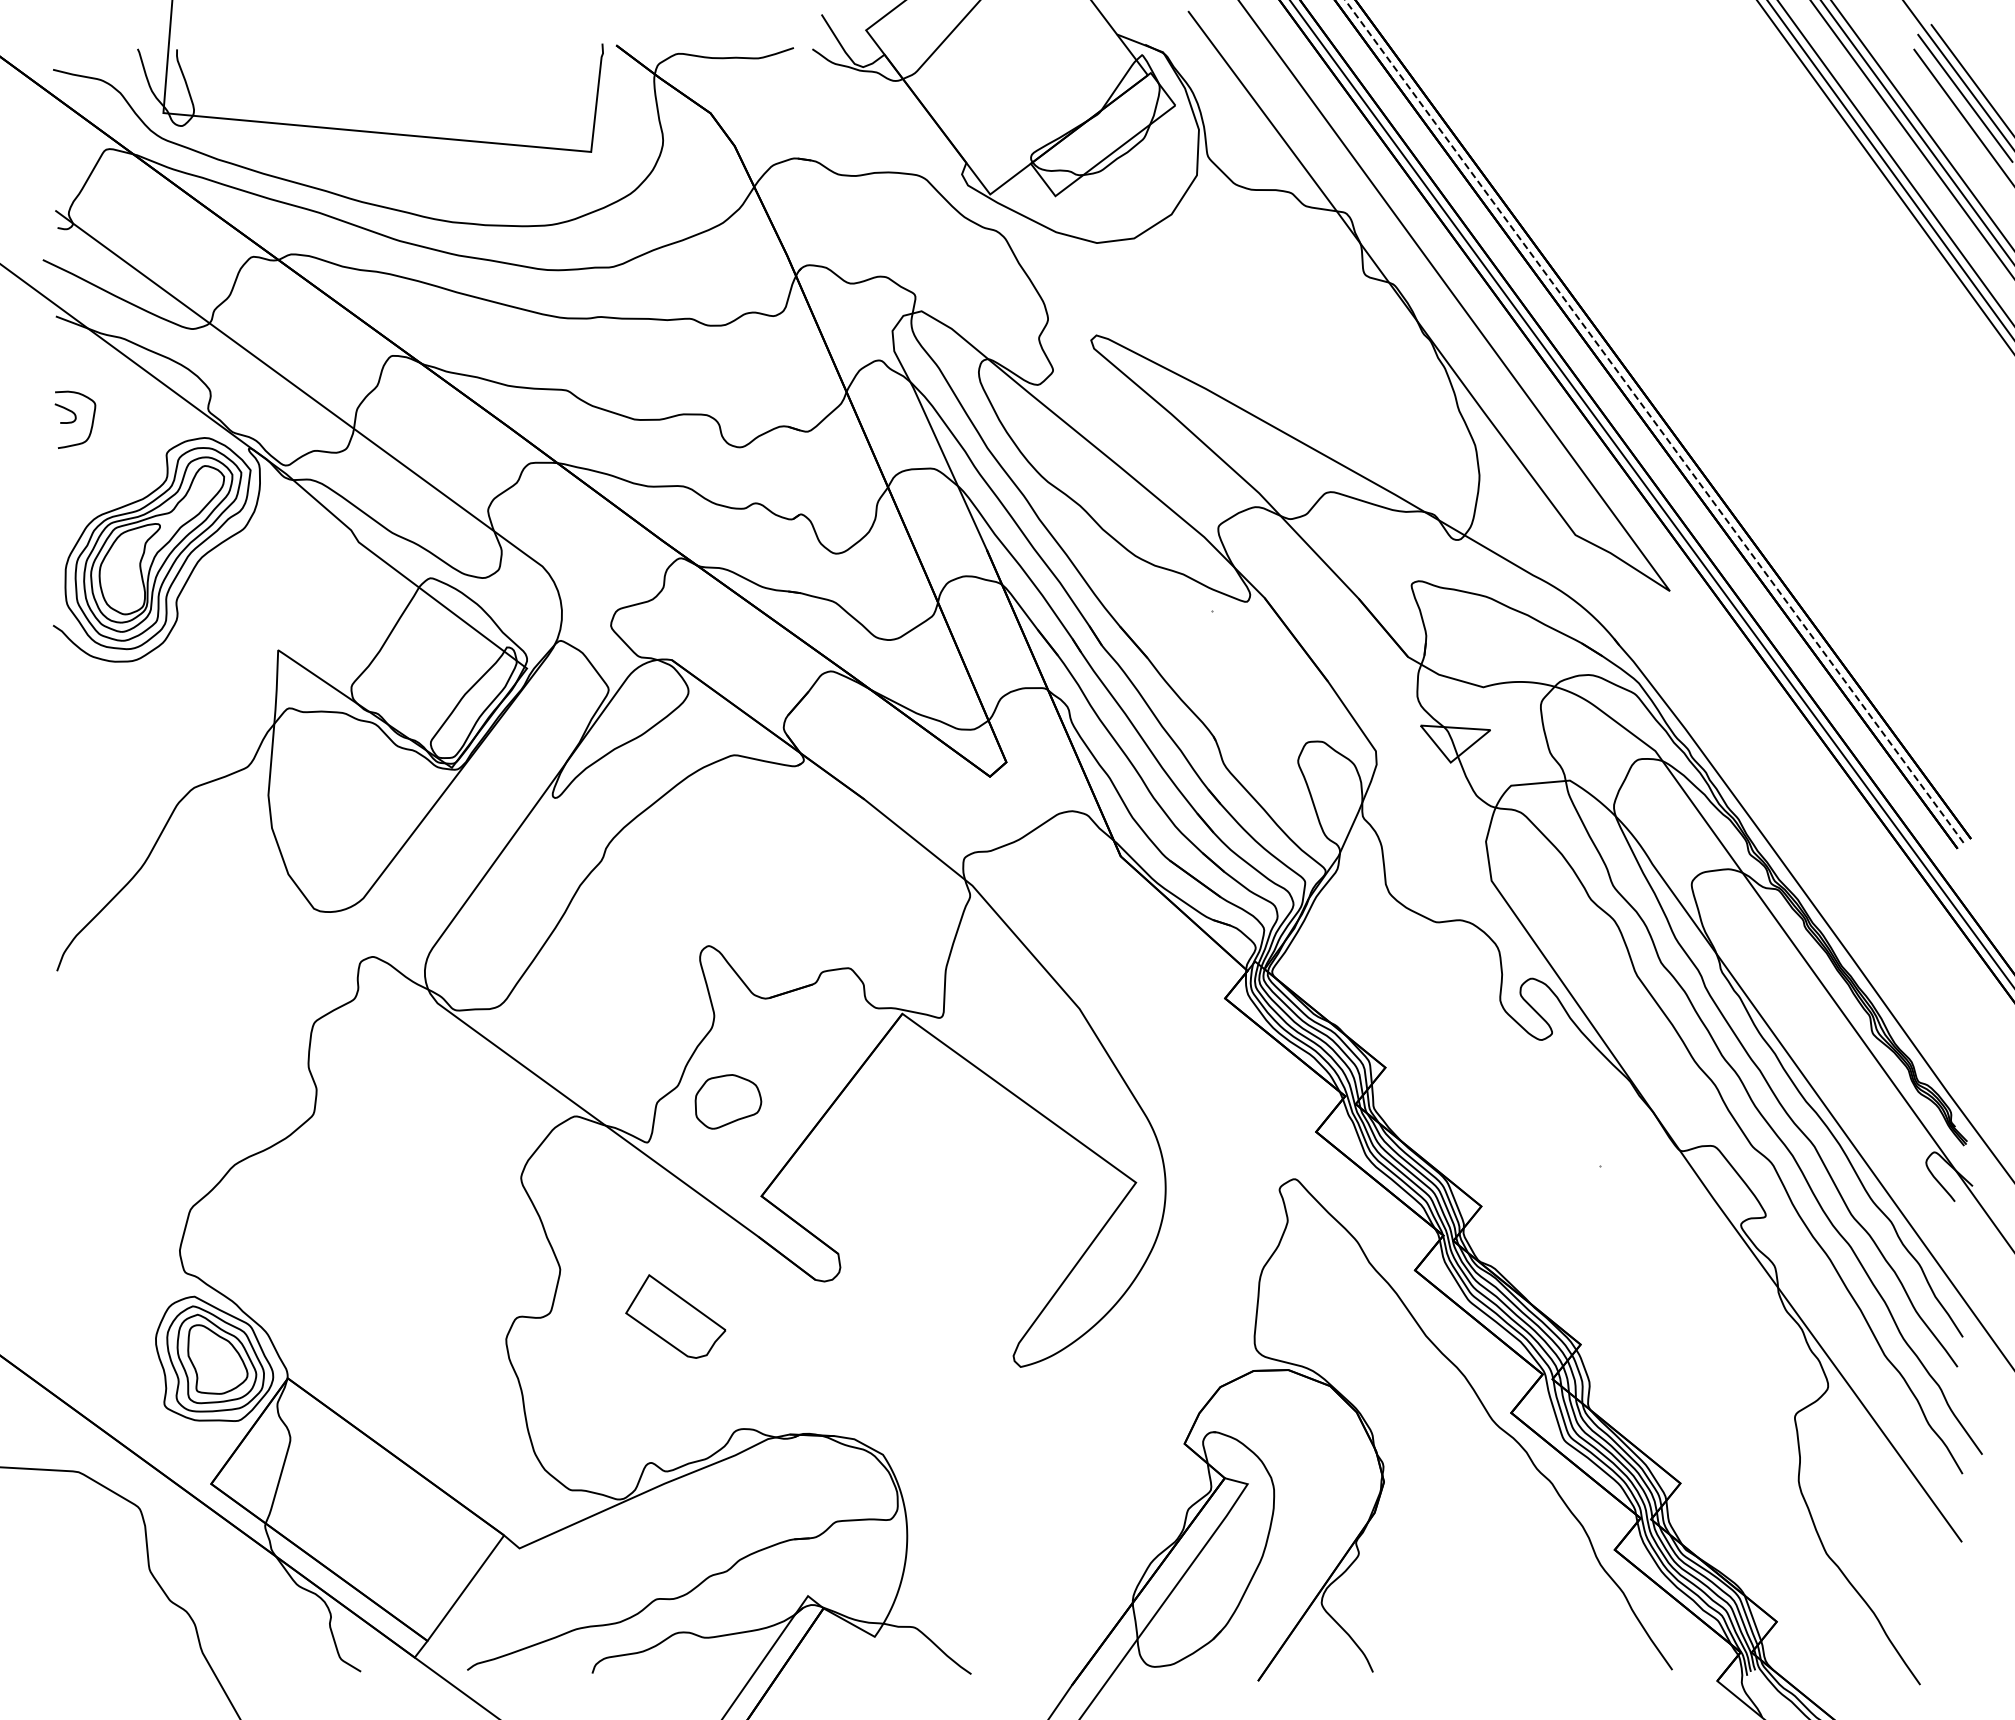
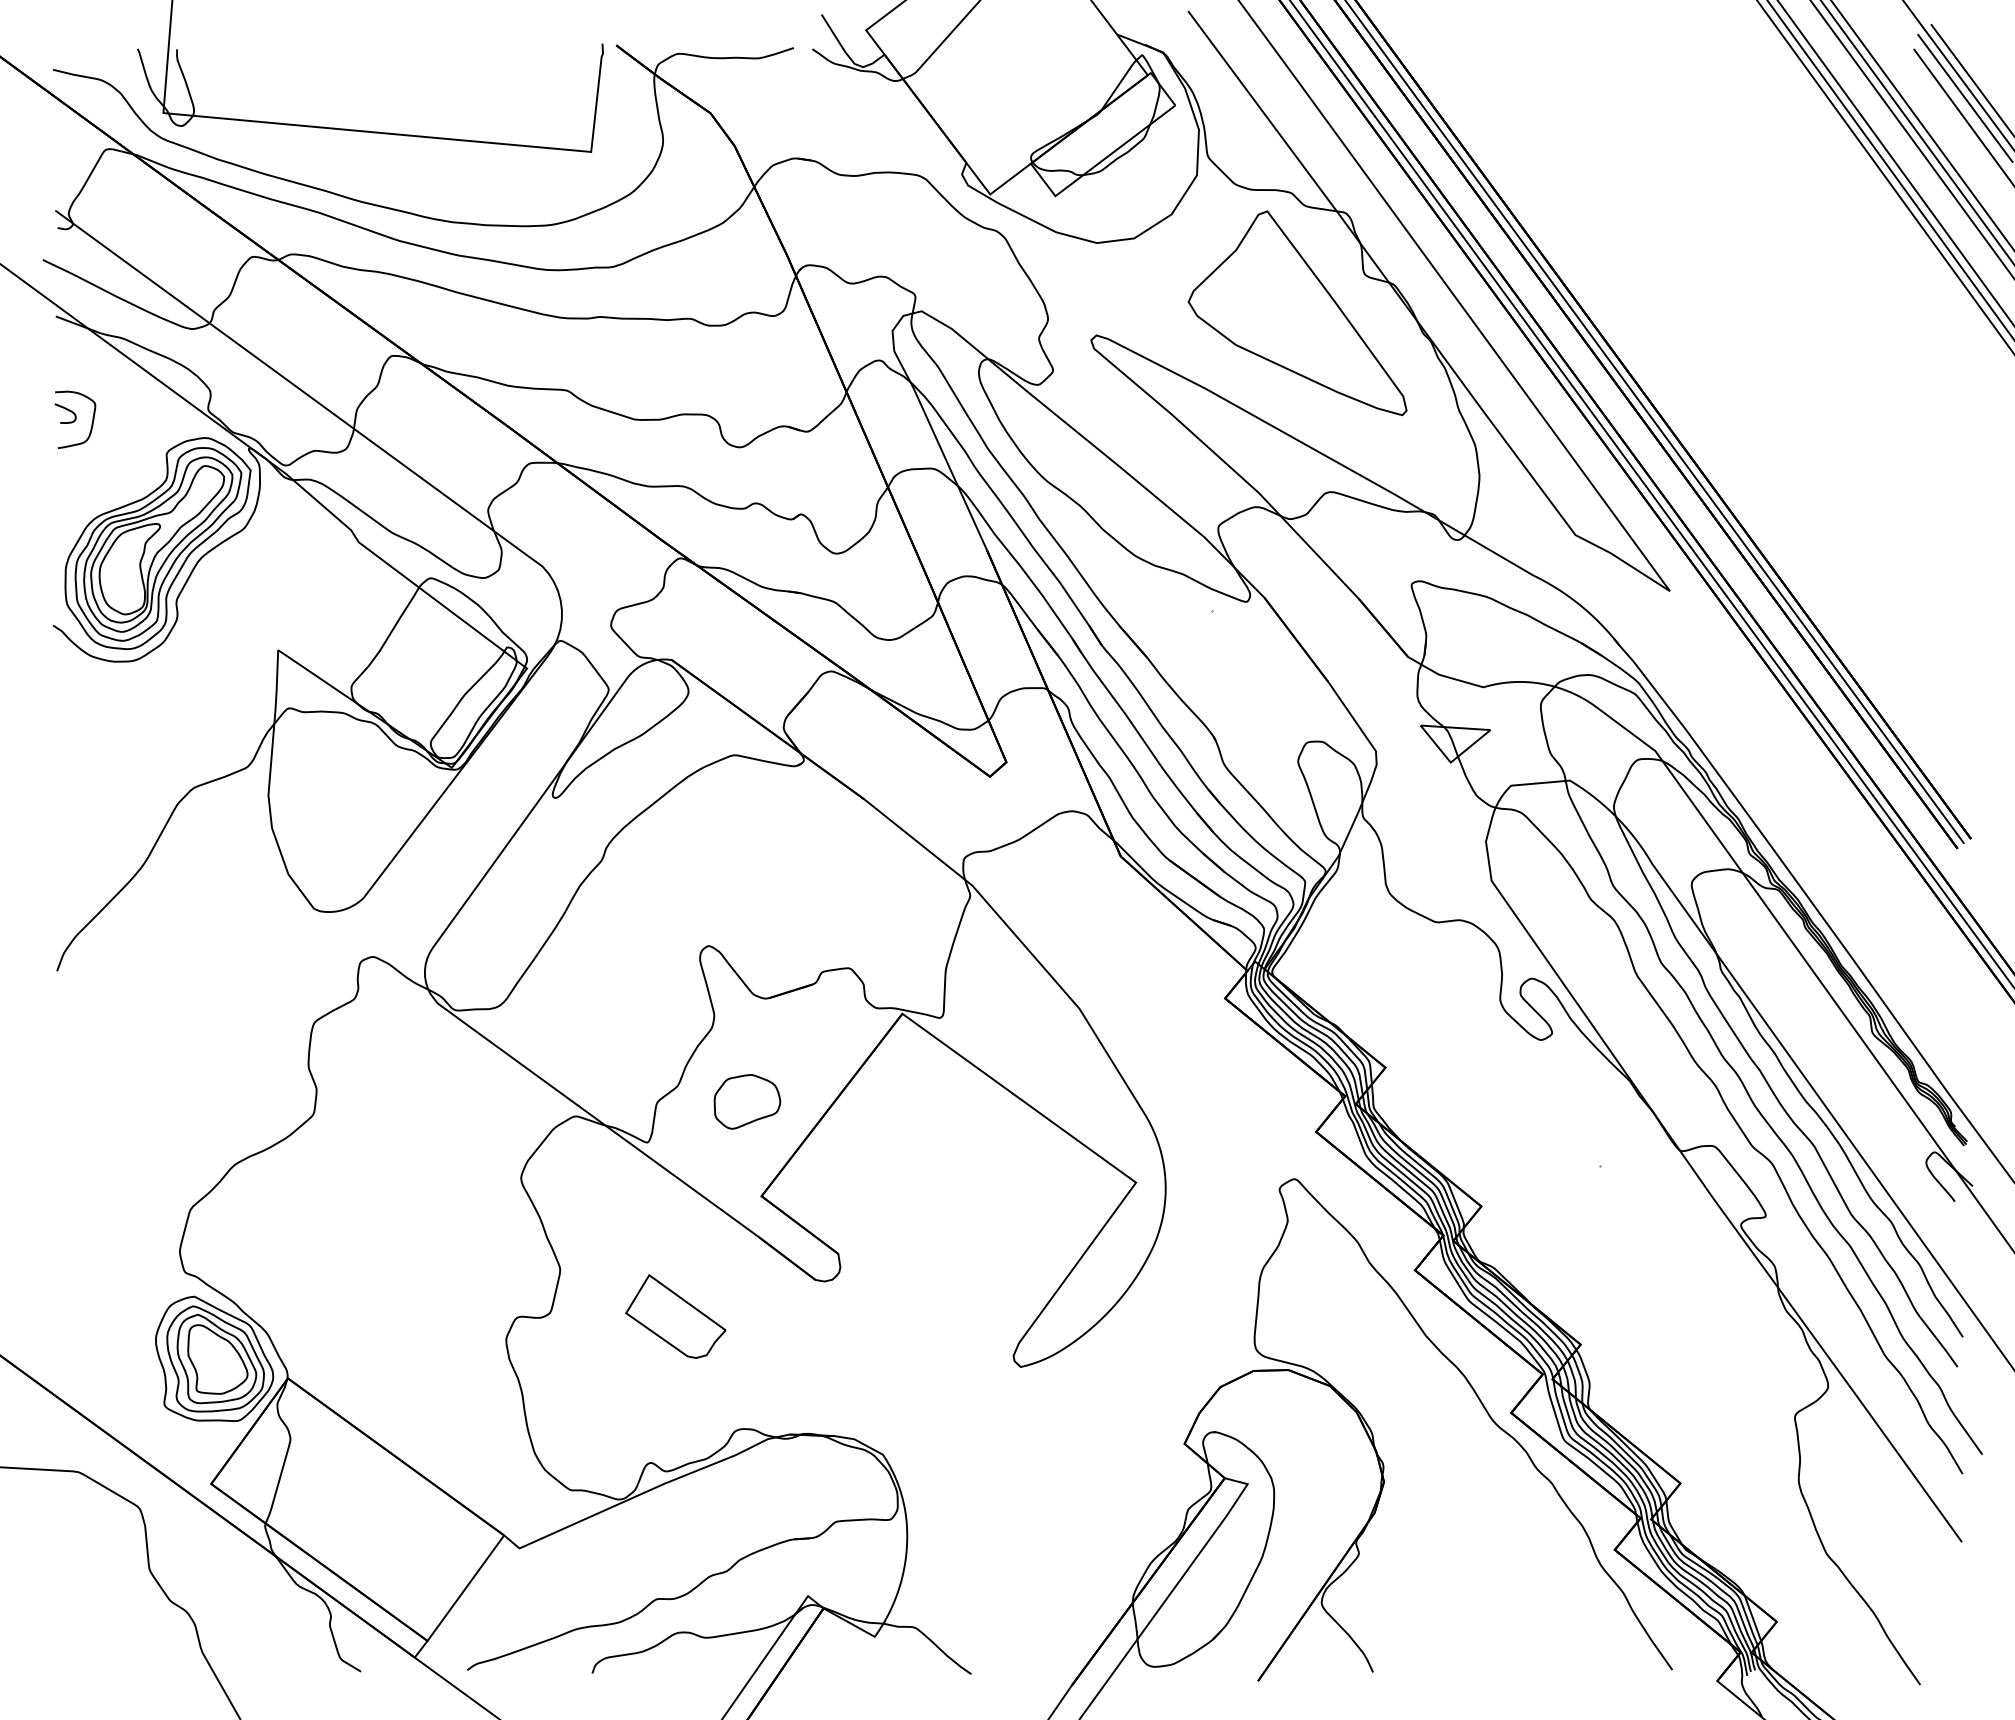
part at (1297, 313): none -> present
line at (1654, 421): dashed -> solid
part at (728, 1101) position: (728, 1101) -> (747, 1101)
